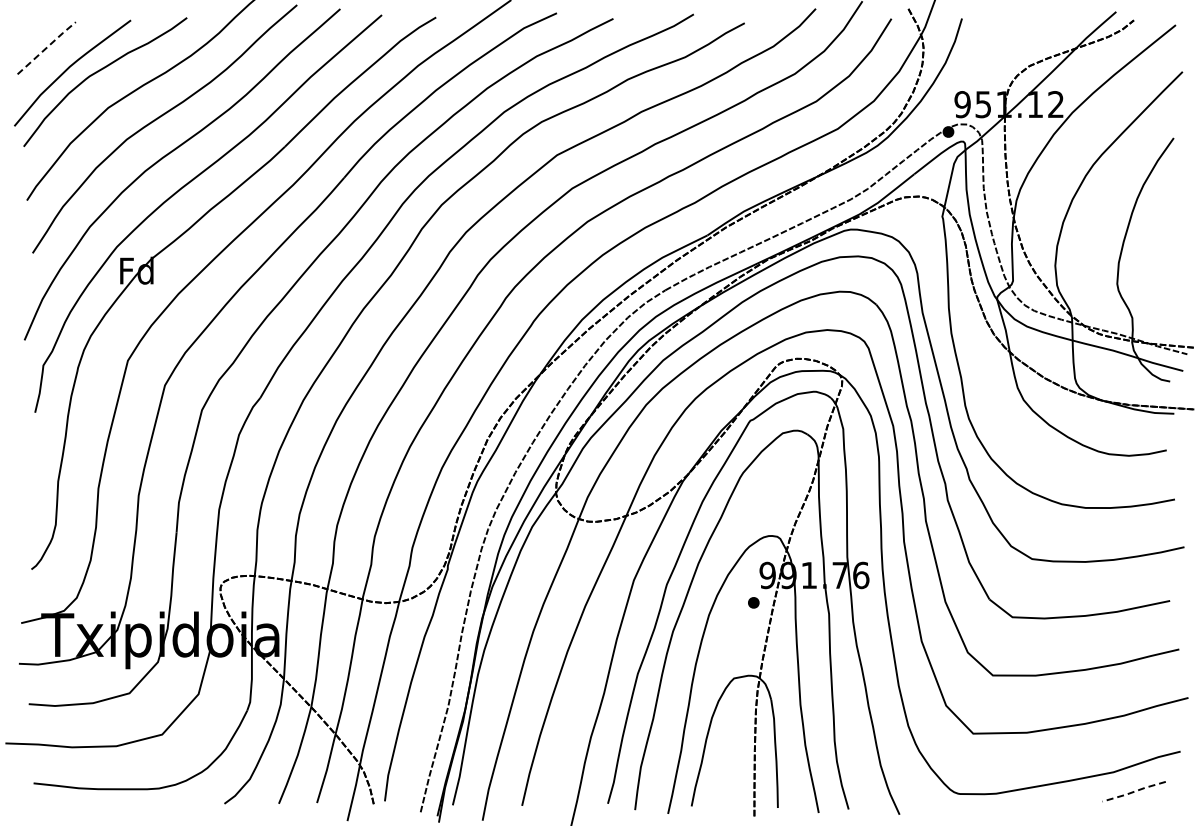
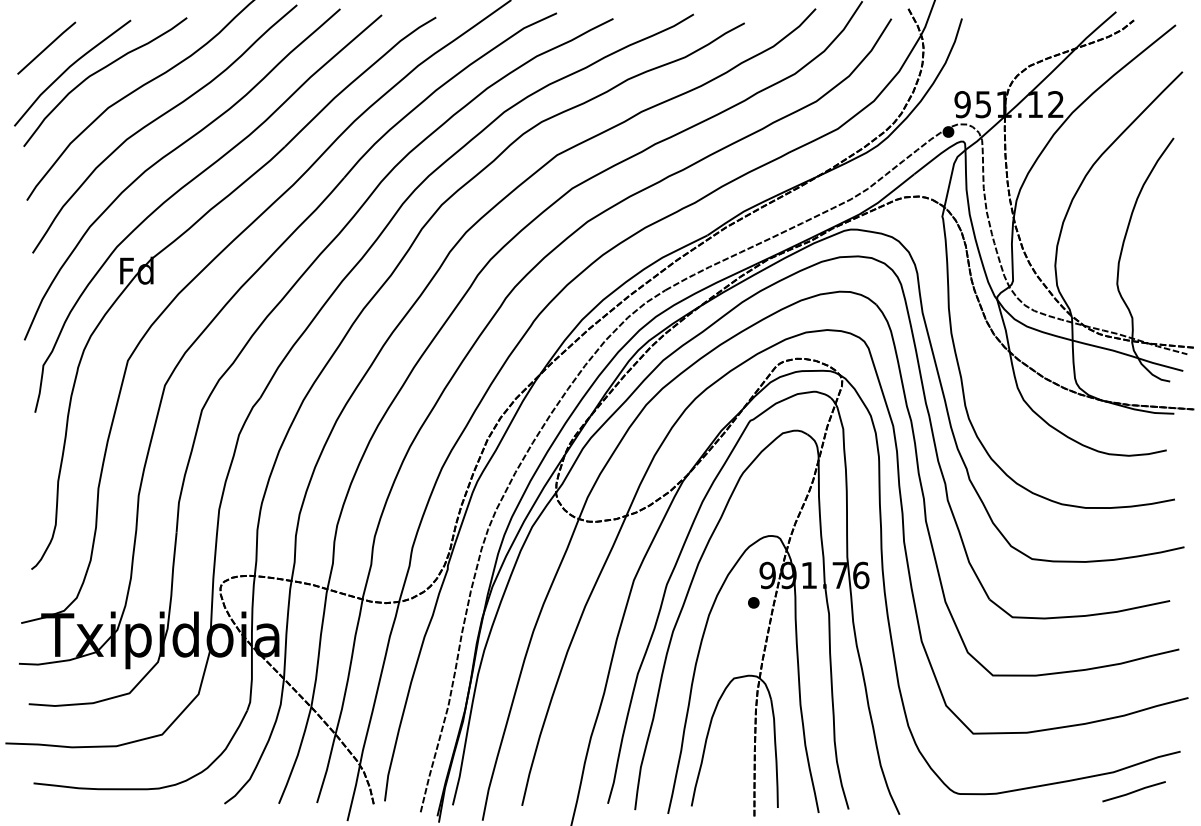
line at (47, 47): dashed -> solid
line at (1134, 791): dashed -> solid
